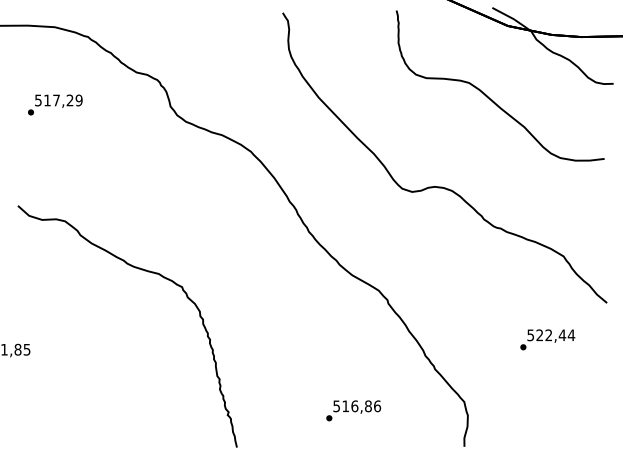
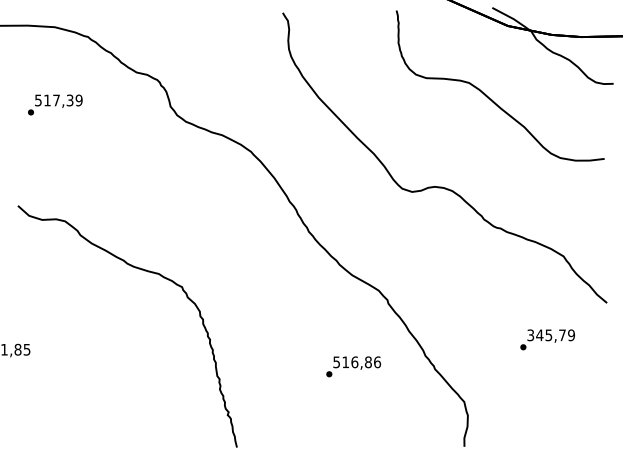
text at (69, 100): 517,29 -> 517,39
text at (551, 335): 522,44 -> 345,79
text at (353, 410) position: (353, 410) -> (353, 366)
